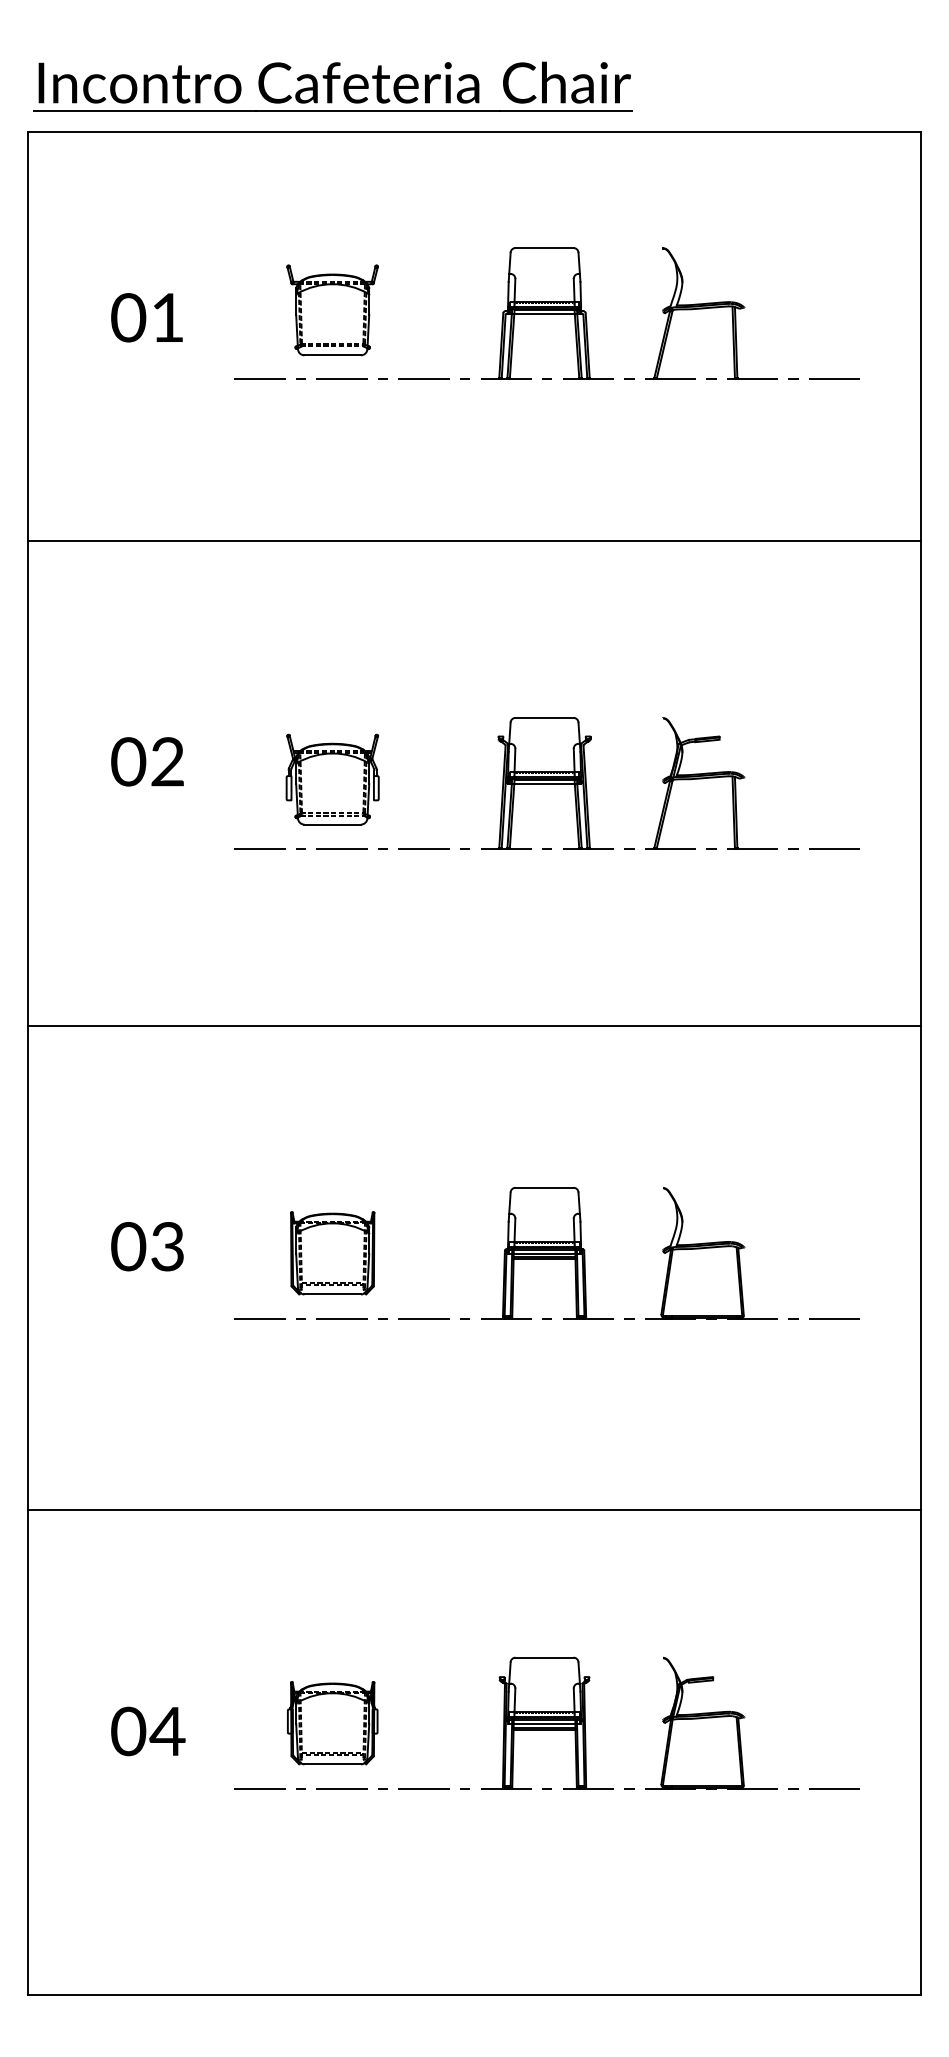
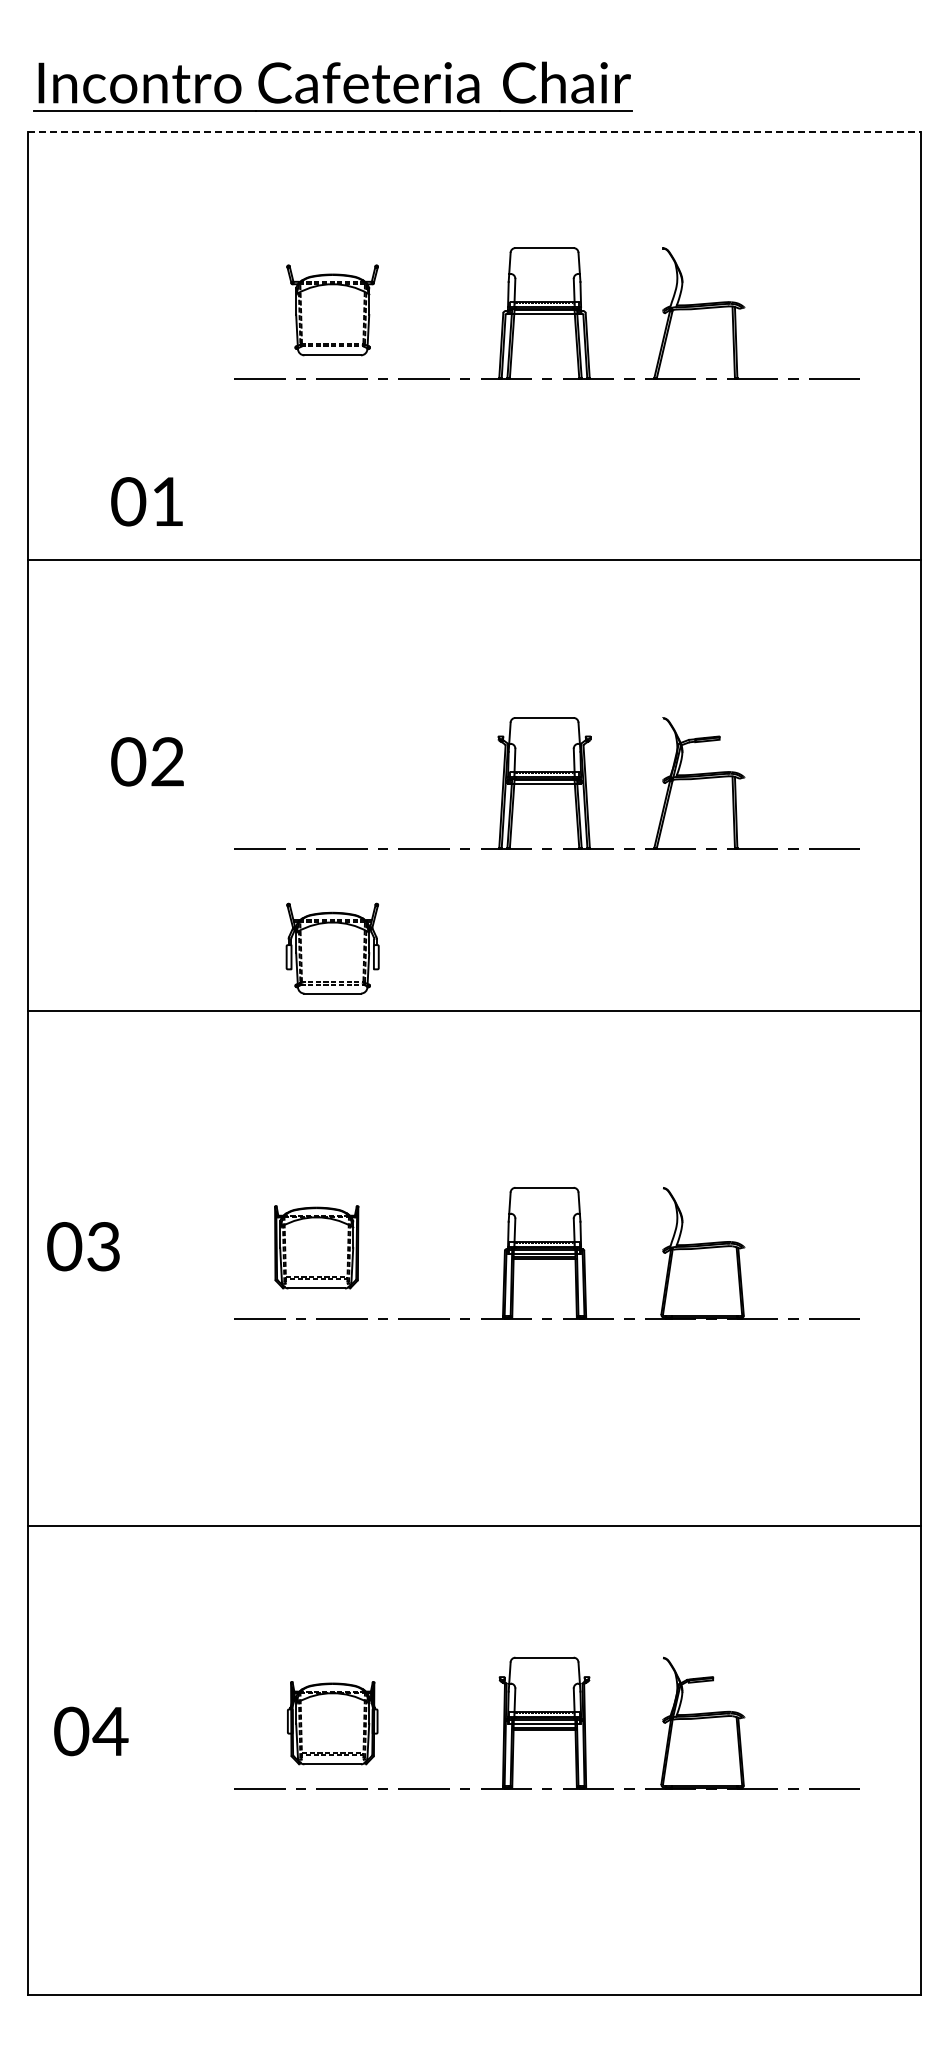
line at (475, 132): solid -> dashed
text at (146, 317) position: (146, 317) -> (146, 501)
line at (474, 540) position: (474, 540) -> (474, 559)
part at (332, 779) position: (332, 779) -> (332, 948)
line at (474, 1025) position: (474, 1025) -> (474, 1010)
text at (147, 1246) position: (147, 1246) -> (83, 1246)
part at (332, 1253) position: (332, 1253) -> (316, 1247)
line at (474, 1510) position: (474, 1510) -> (474, 1526)
text at (148, 1731) position: (148, 1731) -> (91, 1731)
